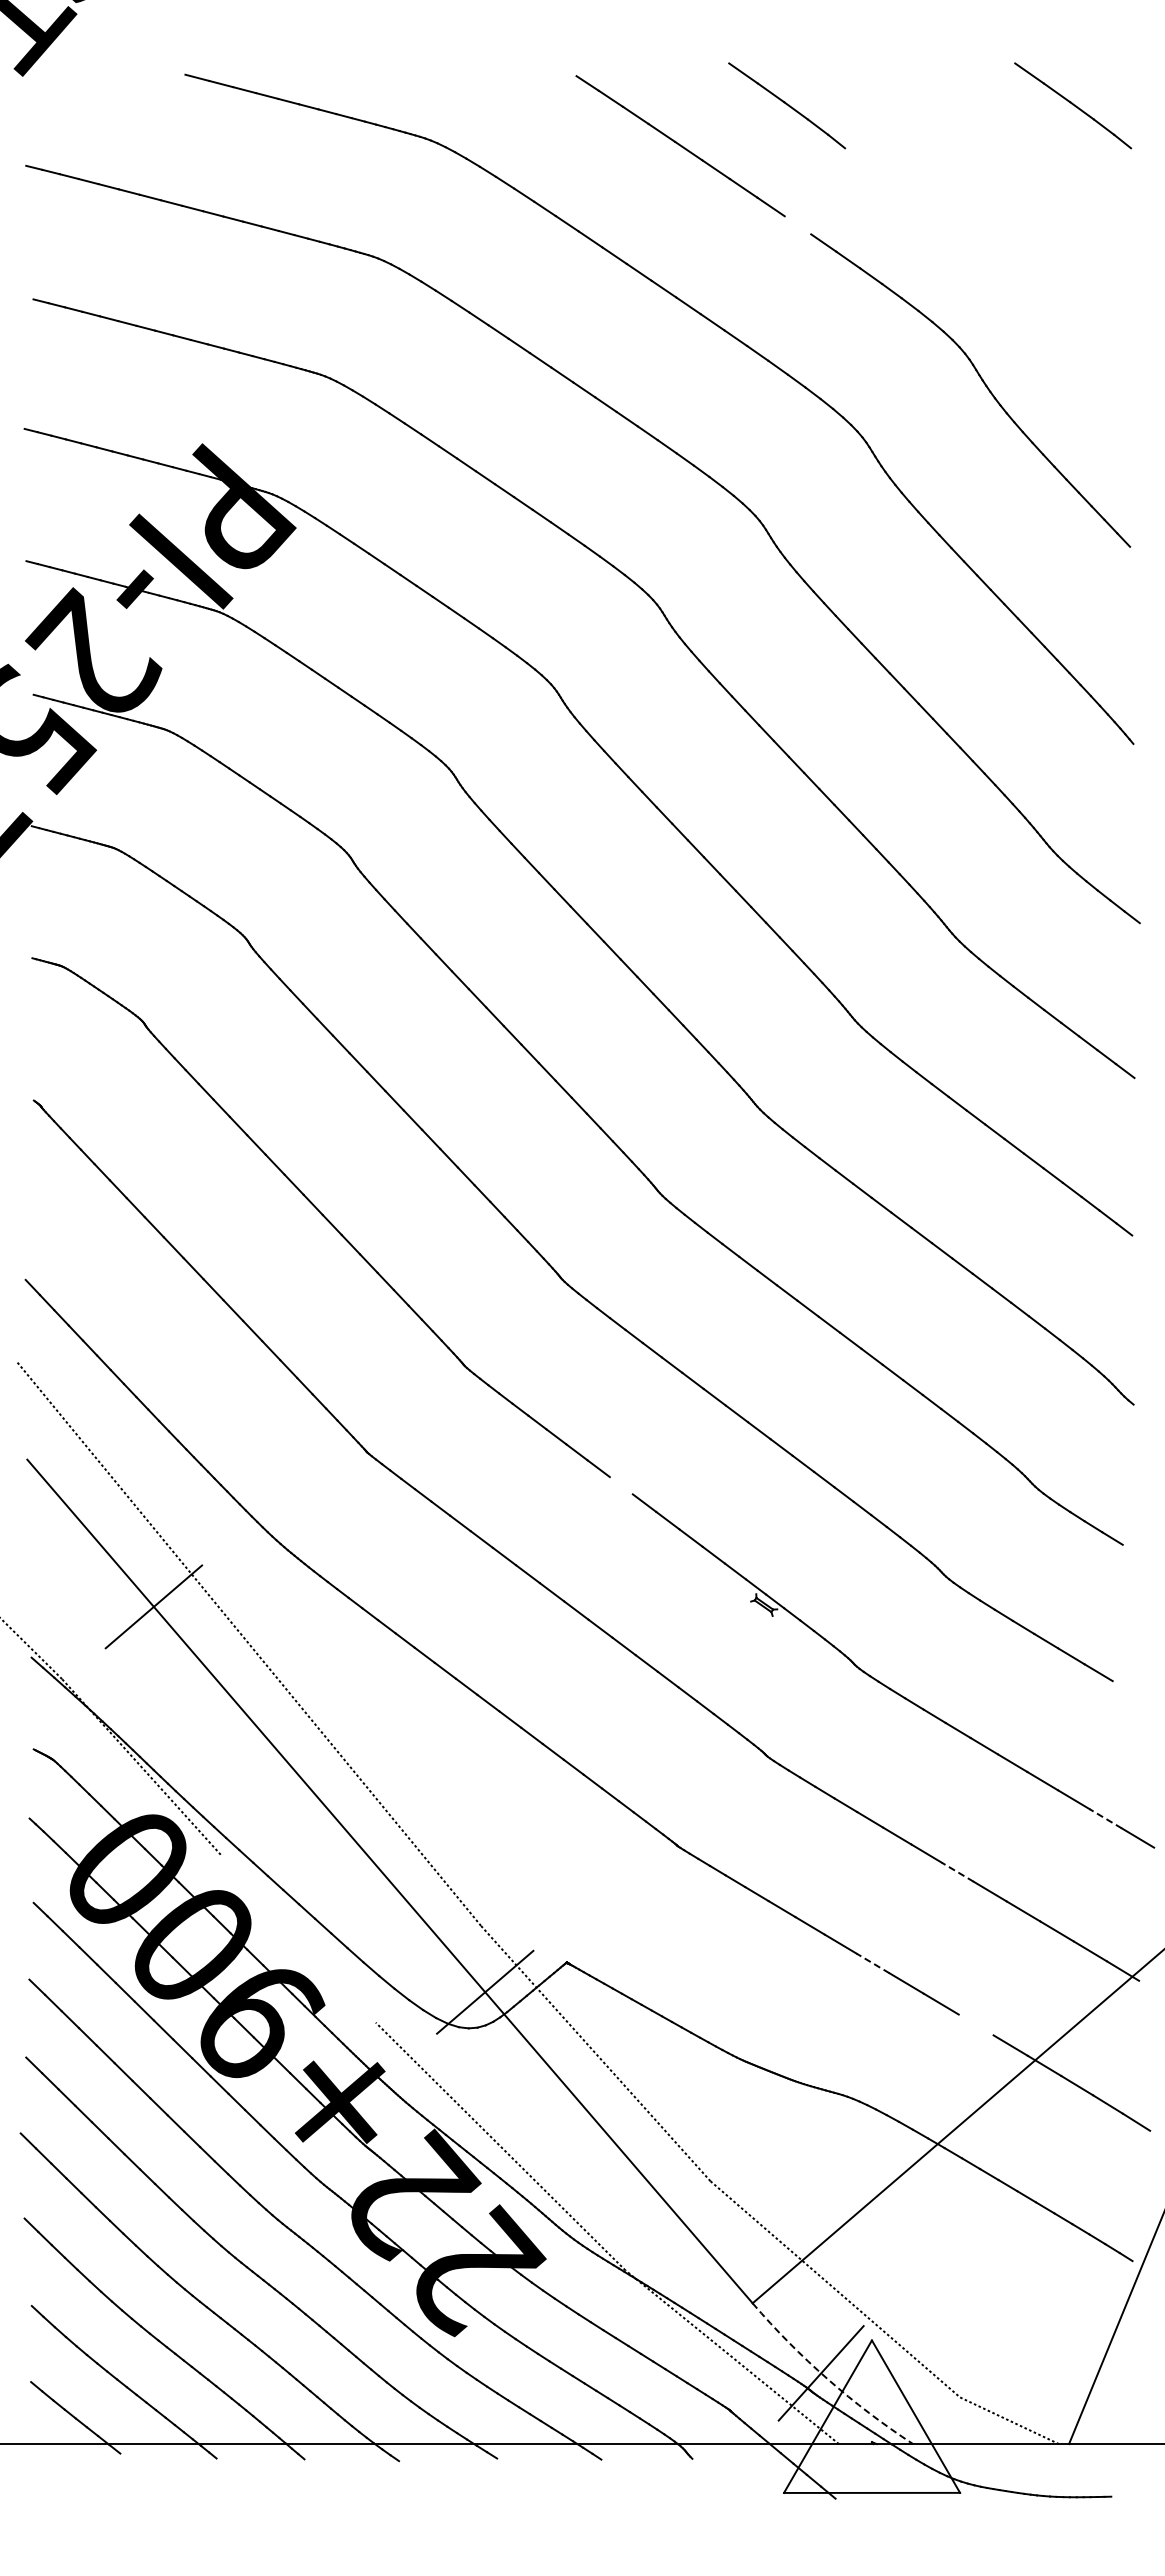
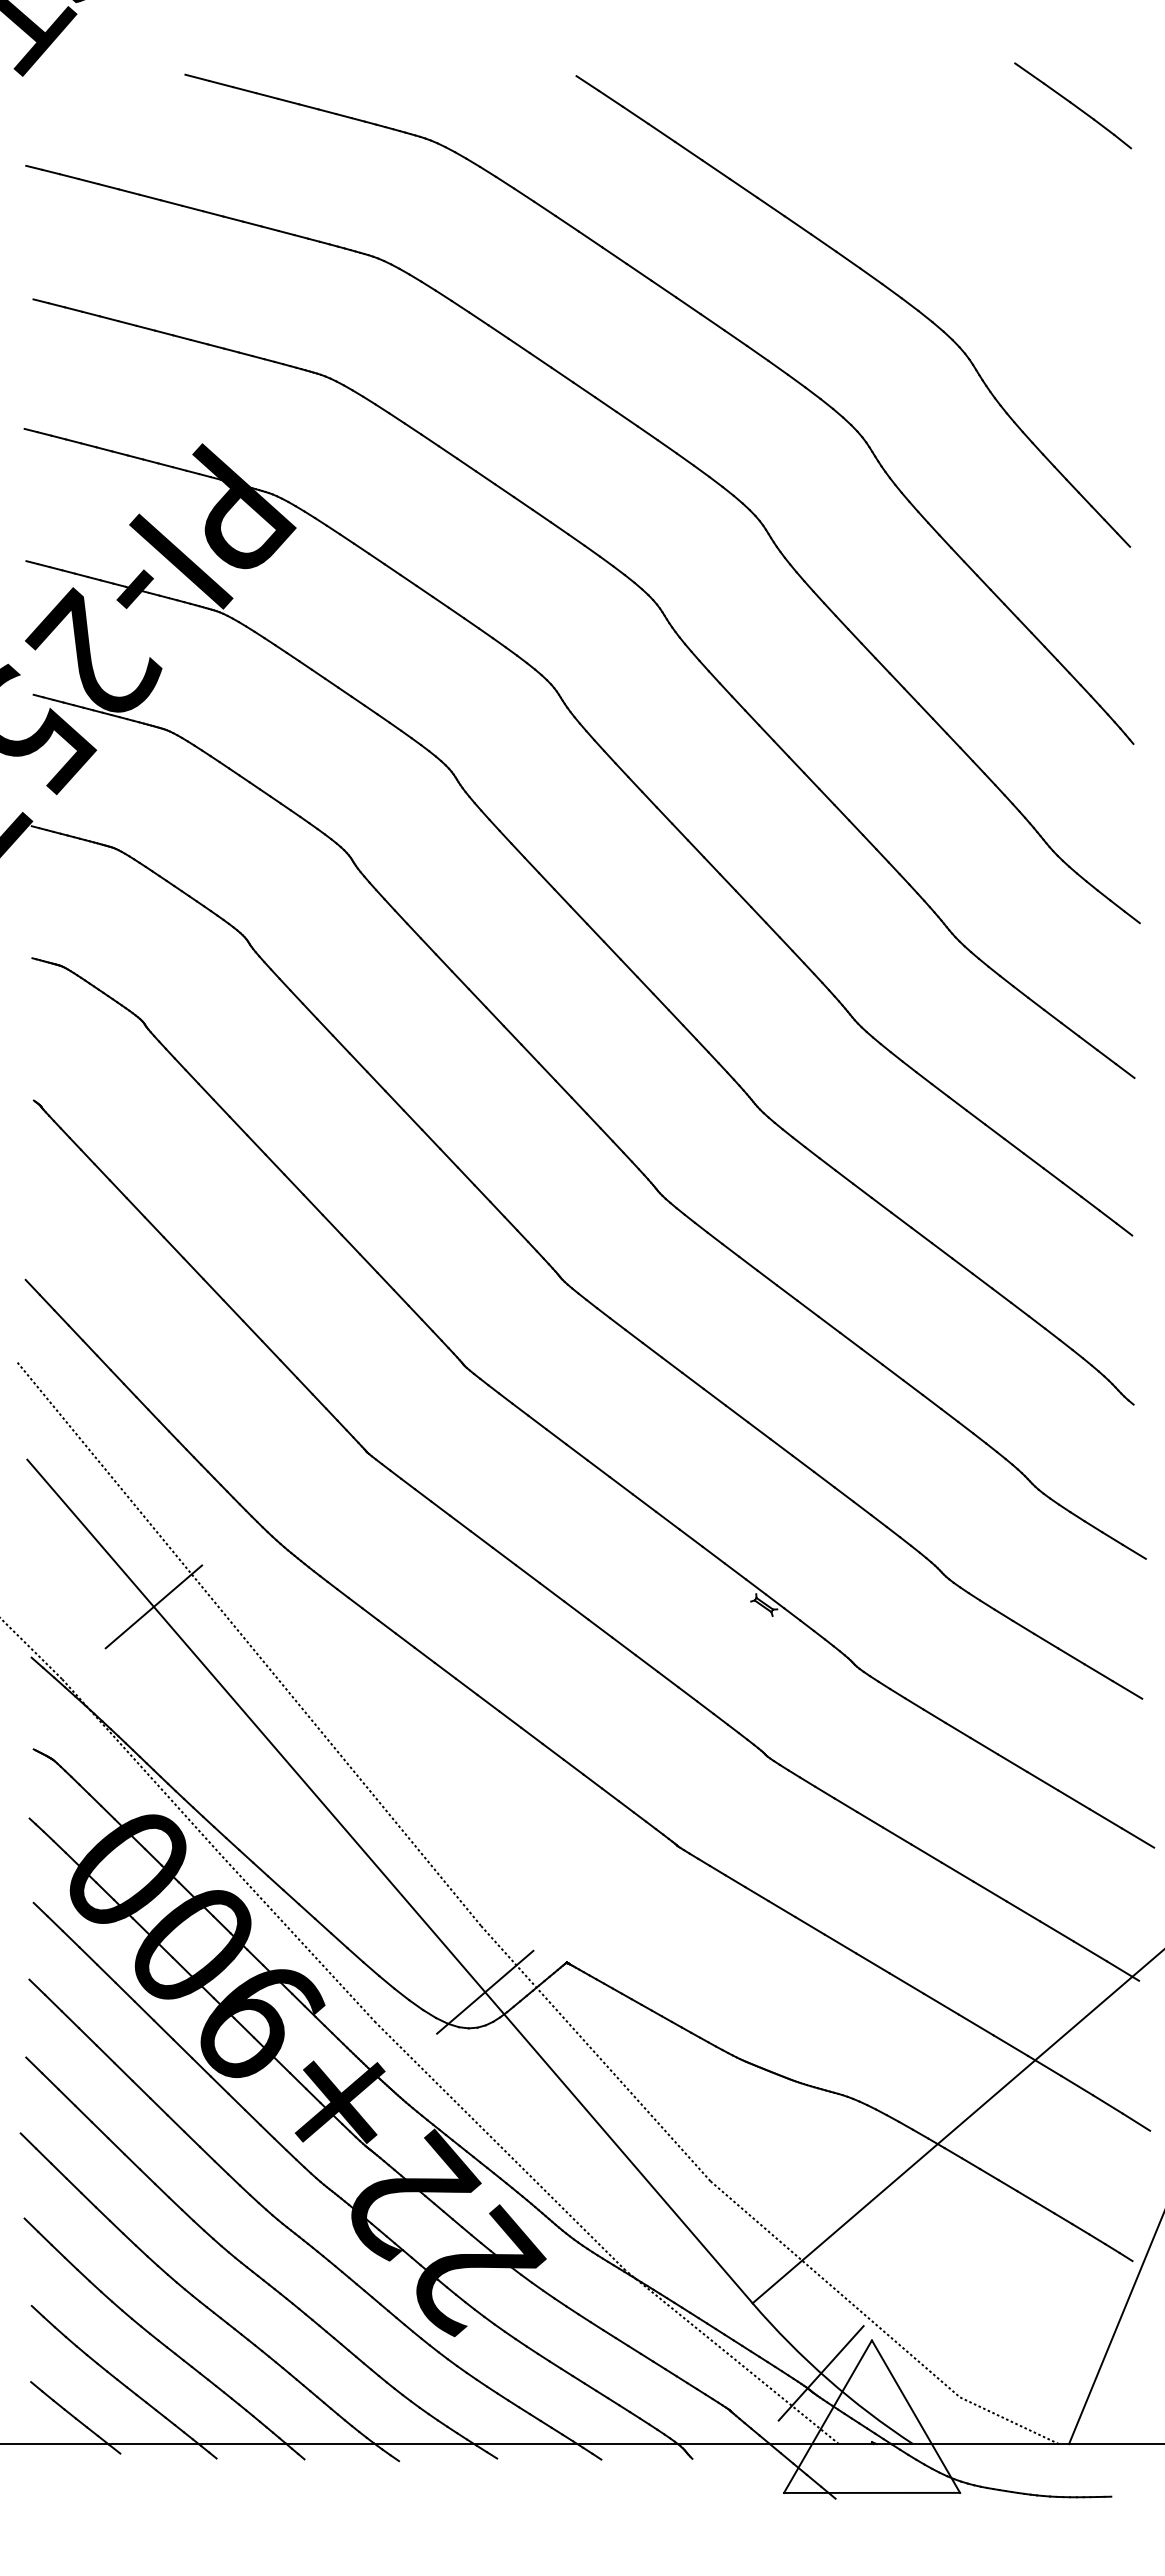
part at (787, 105): present -> none
line at (797, 225): none -> present
line at (620, 1485): none -> present
line at (1133, 1551): none -> present
line at (1127, 1689): none -> present
line at (1105, 1818): dashed -> solid
line at (957, 1872): dashed -> solid
line at (297, 1938): none -> present
line at (872, 1963): dashed -> solid
line at (975, 2024): none -> present
arc at (827, 2379): dashed -> solid
